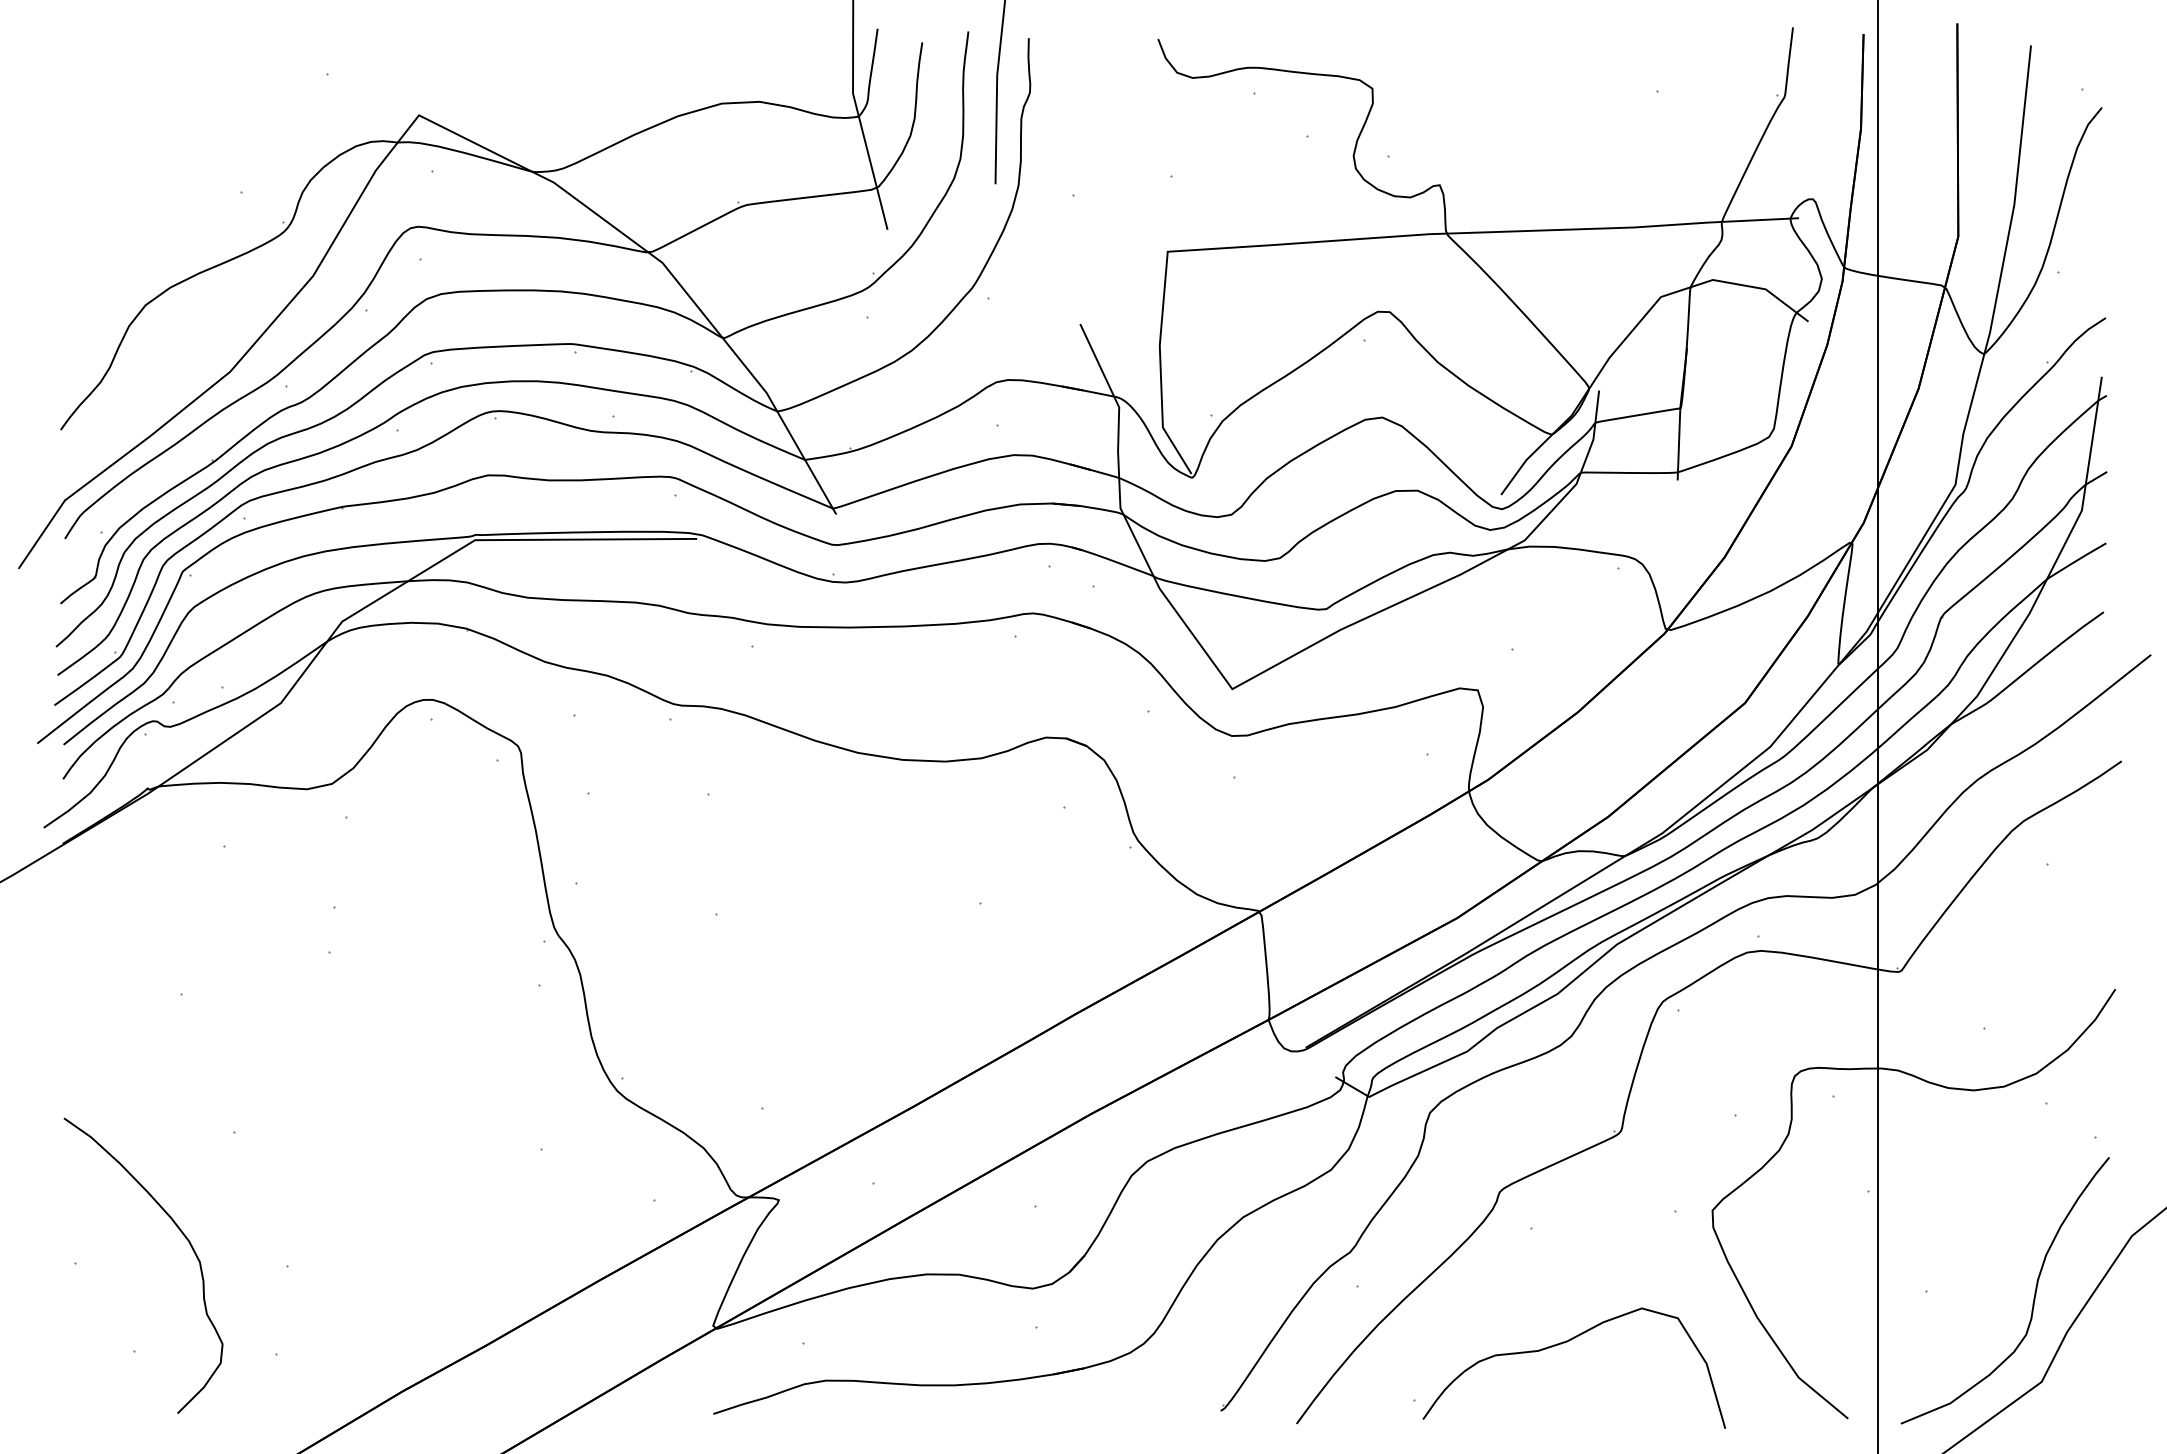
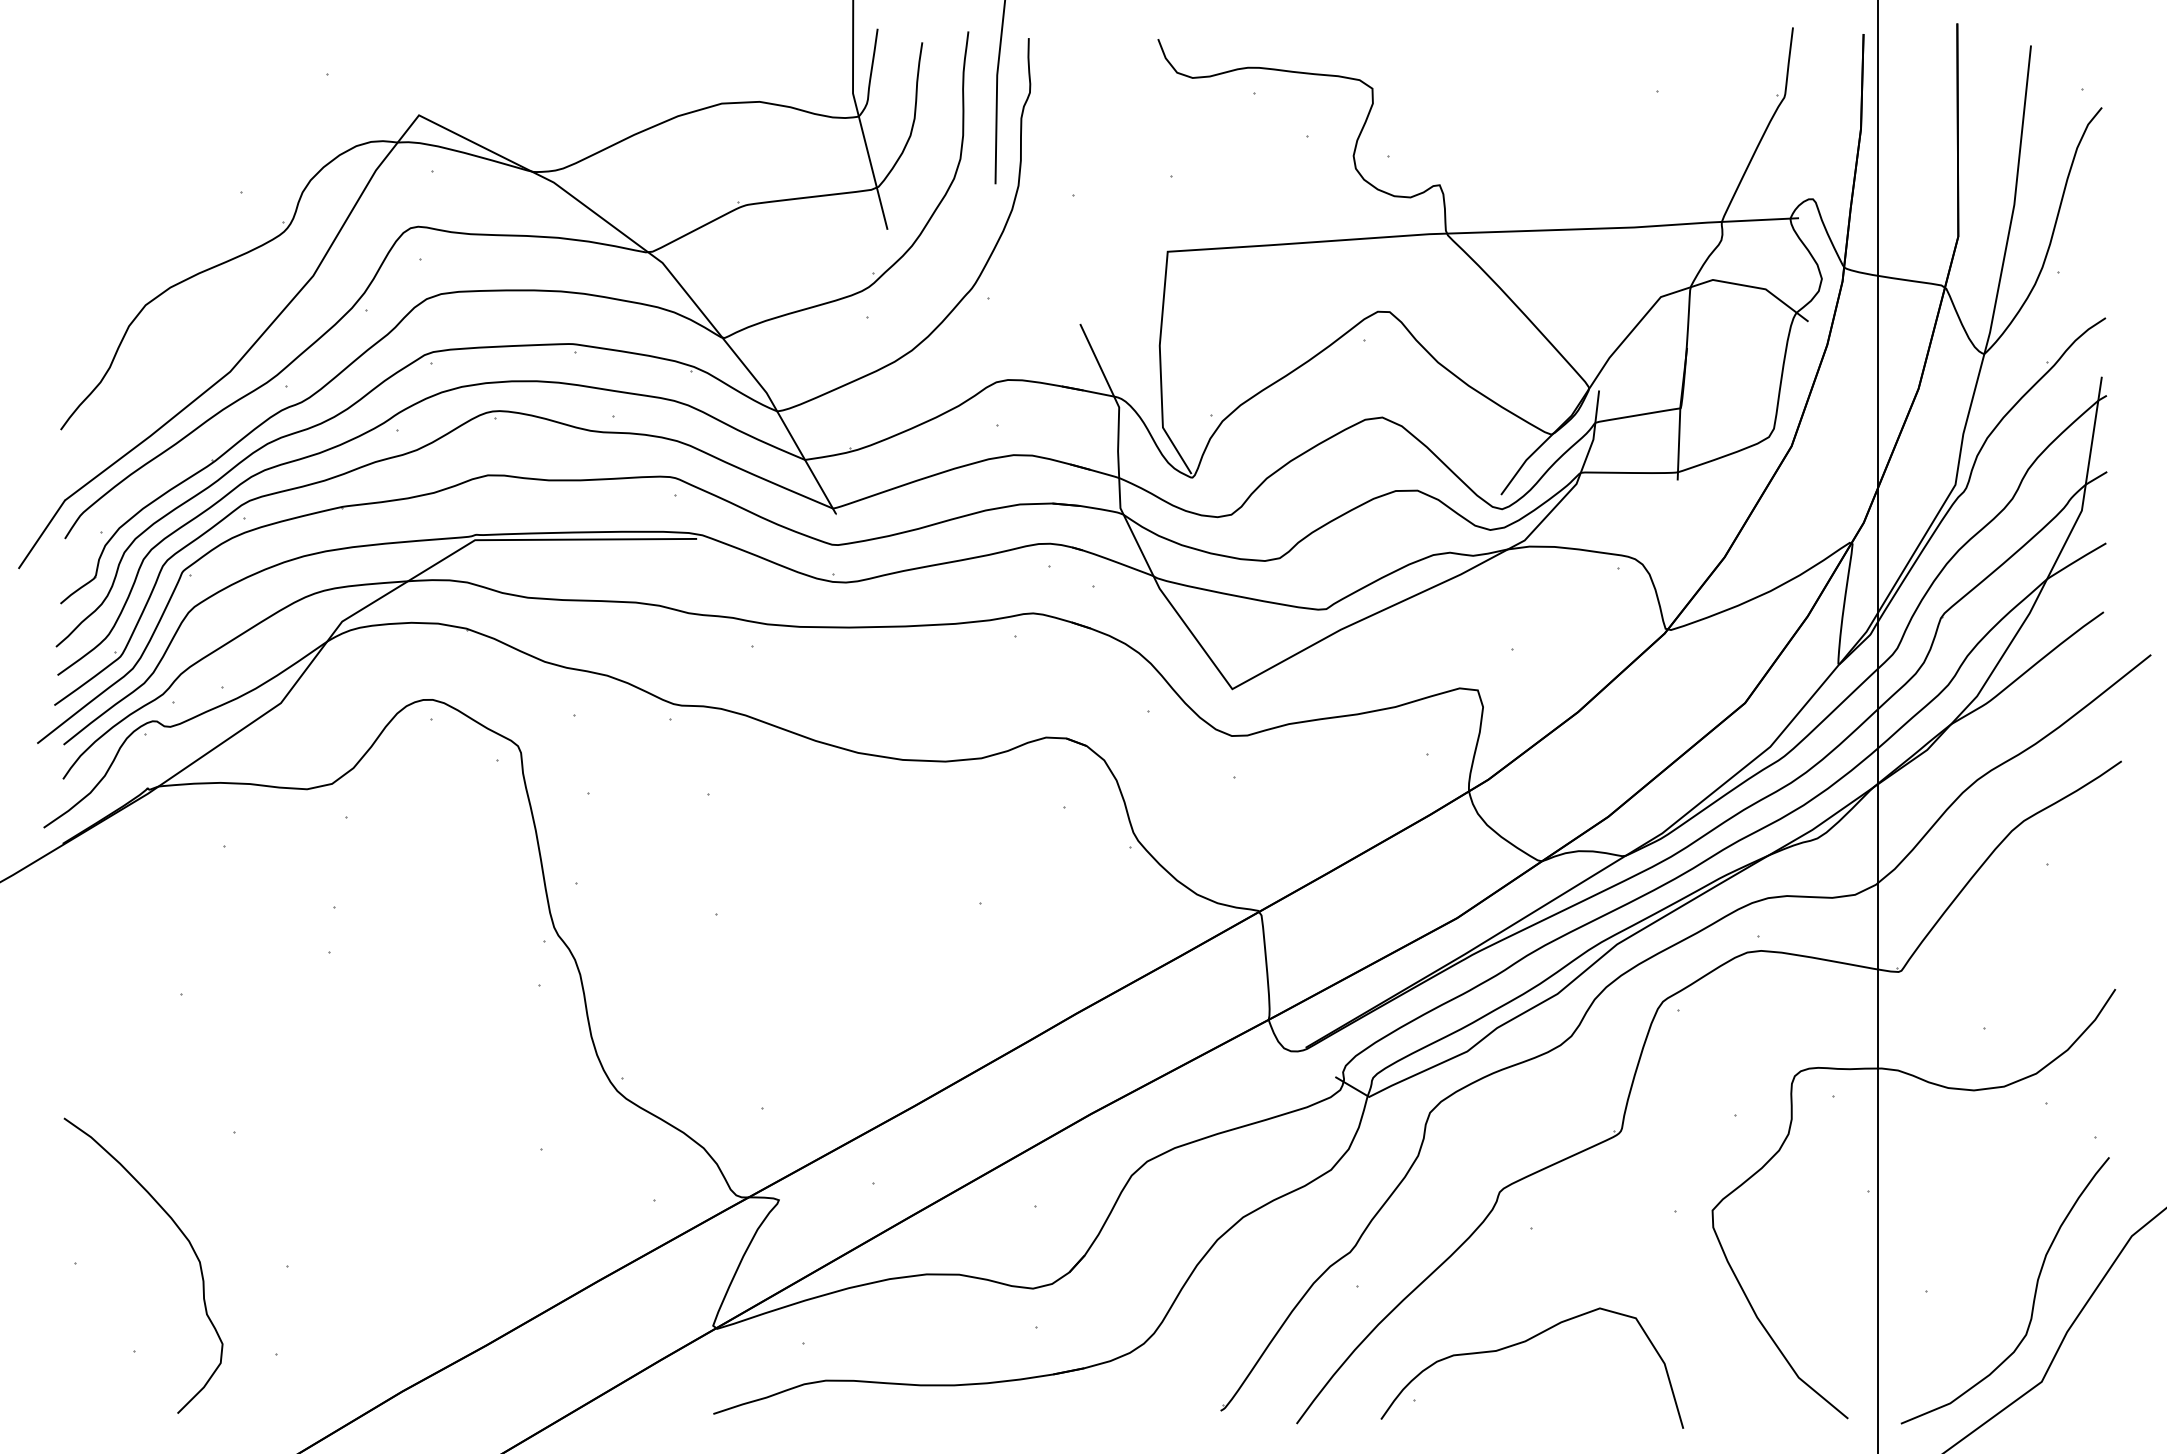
curve at (1567, 1342) position: (1567, 1342) -> (1525, 1342)
